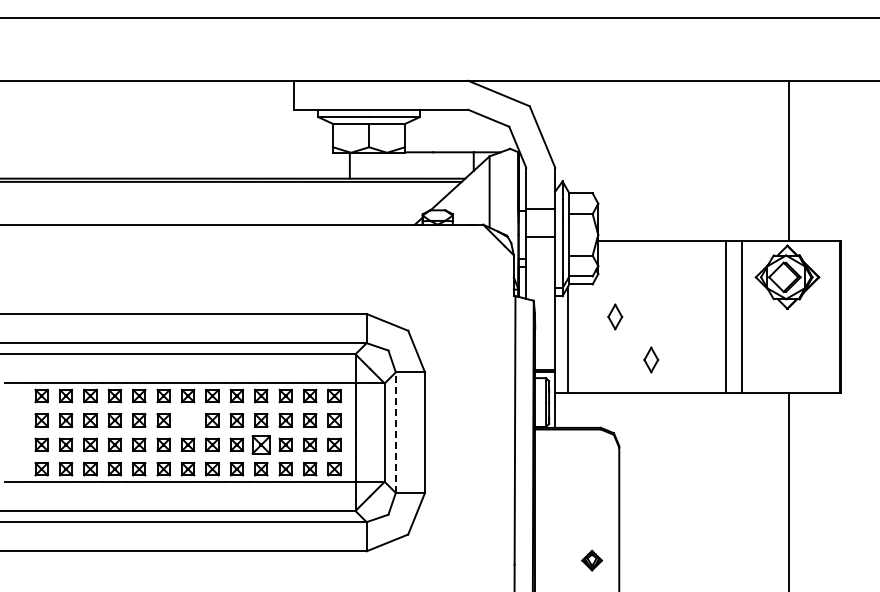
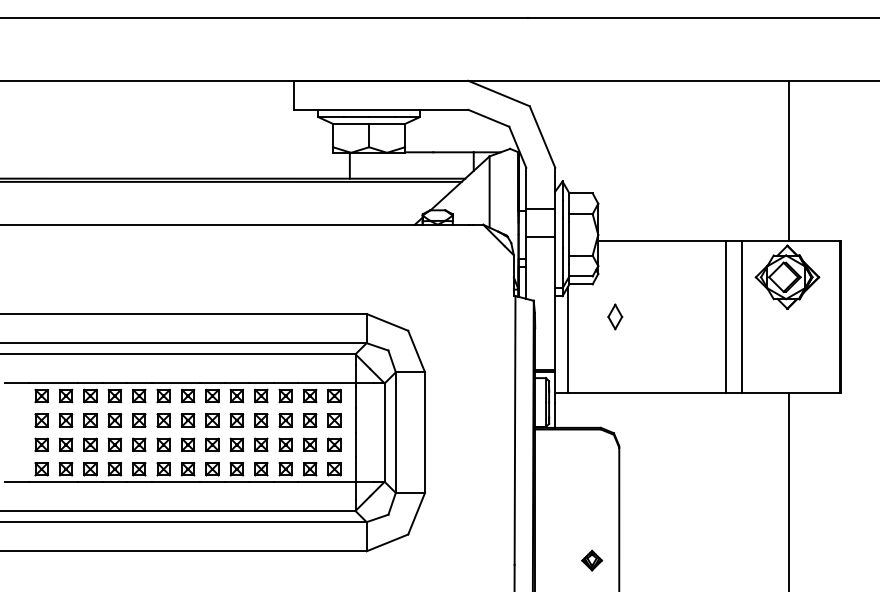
part at (651, 359): present -> none
part at (188, 420): none -> present
line at (395, 432): dashed -> solid
part at (260, 444) size: 20x20 px -> 15x15 px
